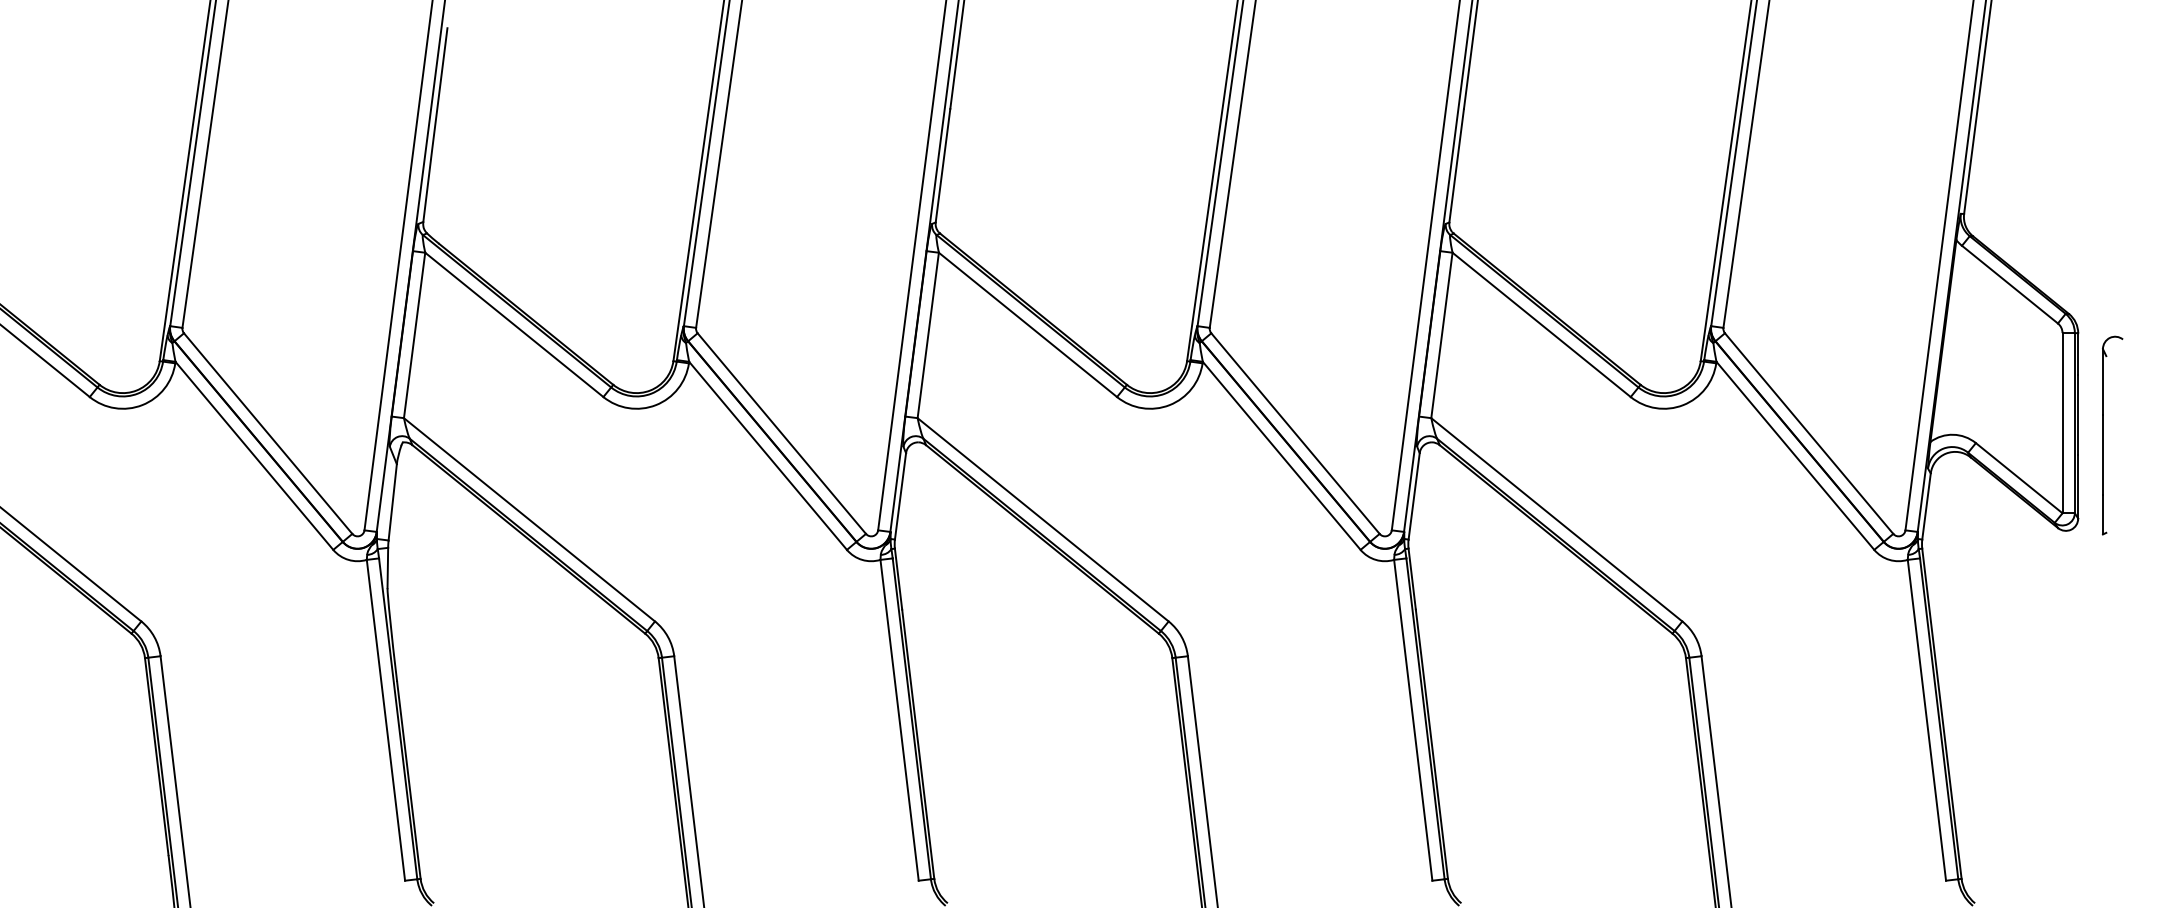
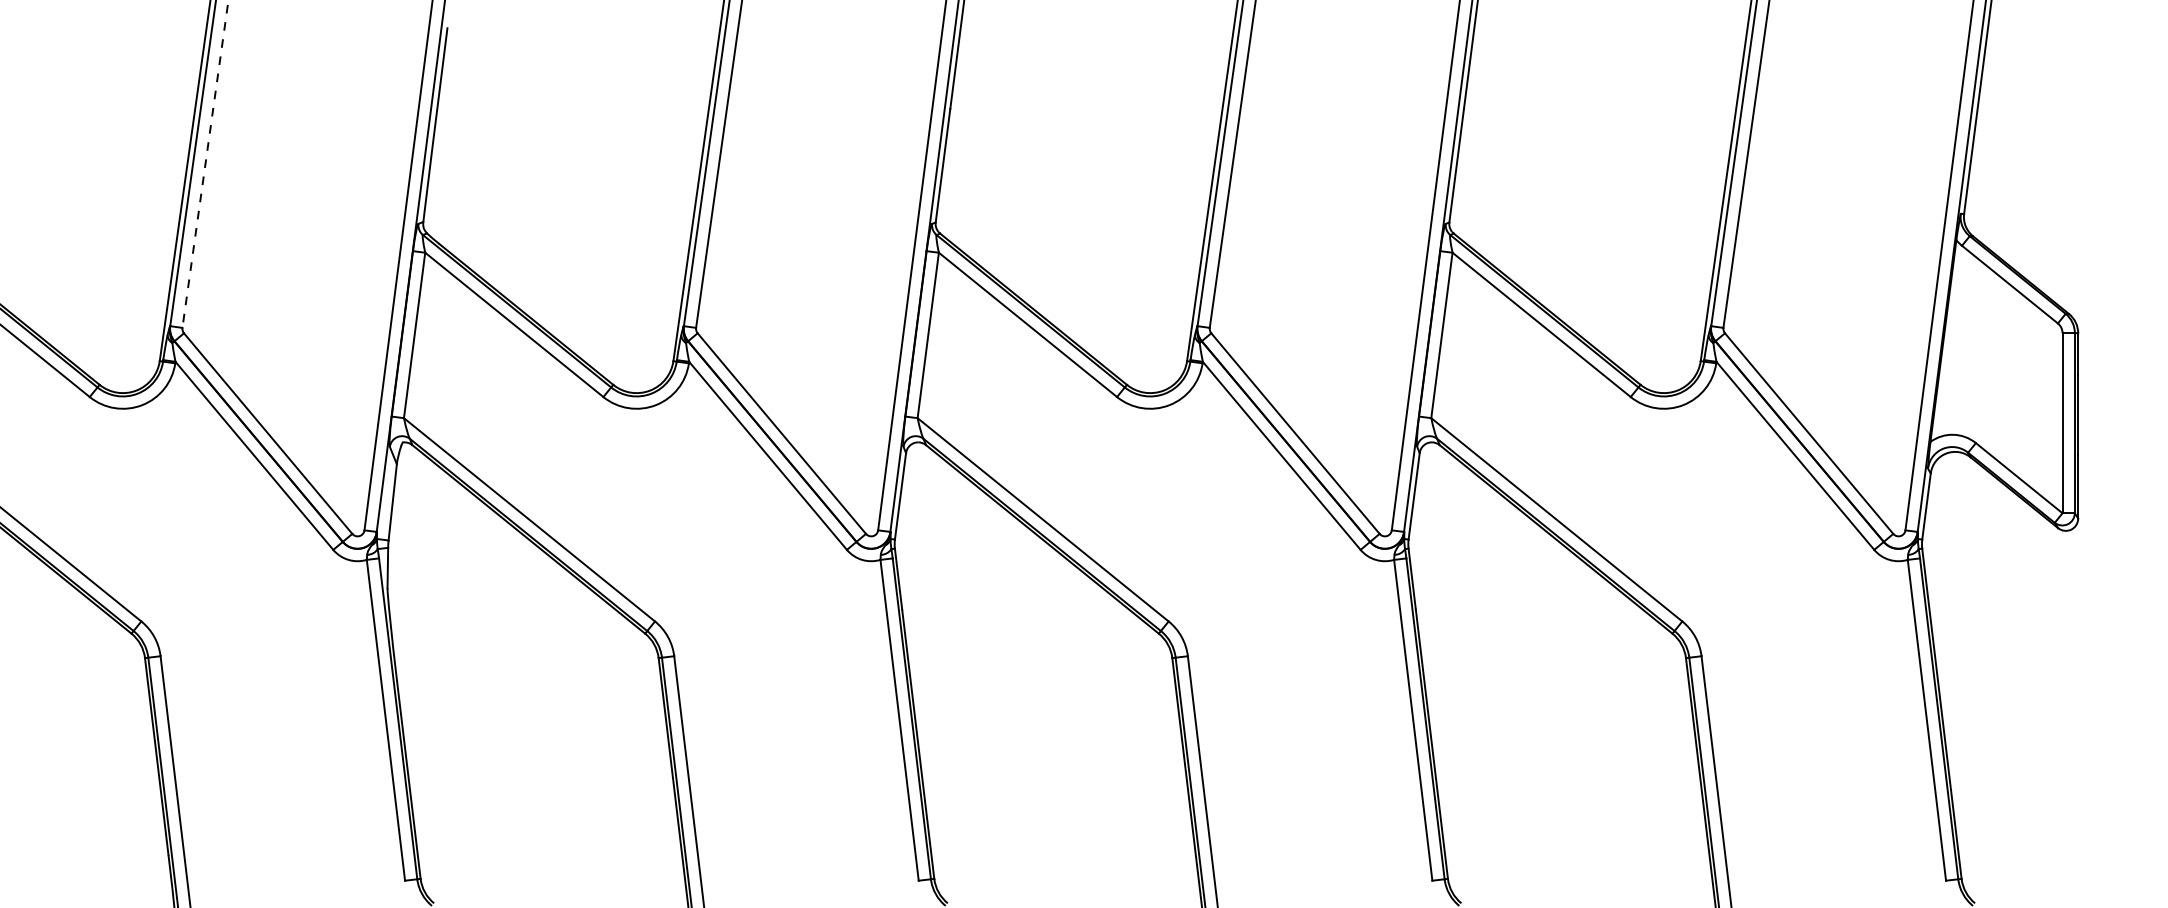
line at (205, 164): solid -> dashed
part at (2103, 435): present -> none
